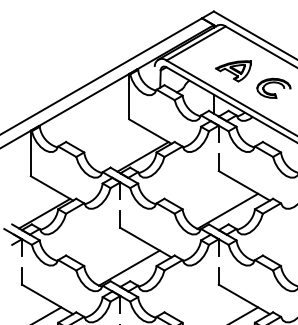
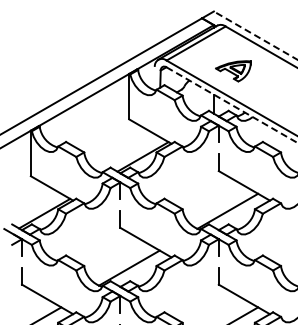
line at (255, 35): solid -> dashed
part at (273, 87): present -> none
line at (232, 105): solid -> dashed
